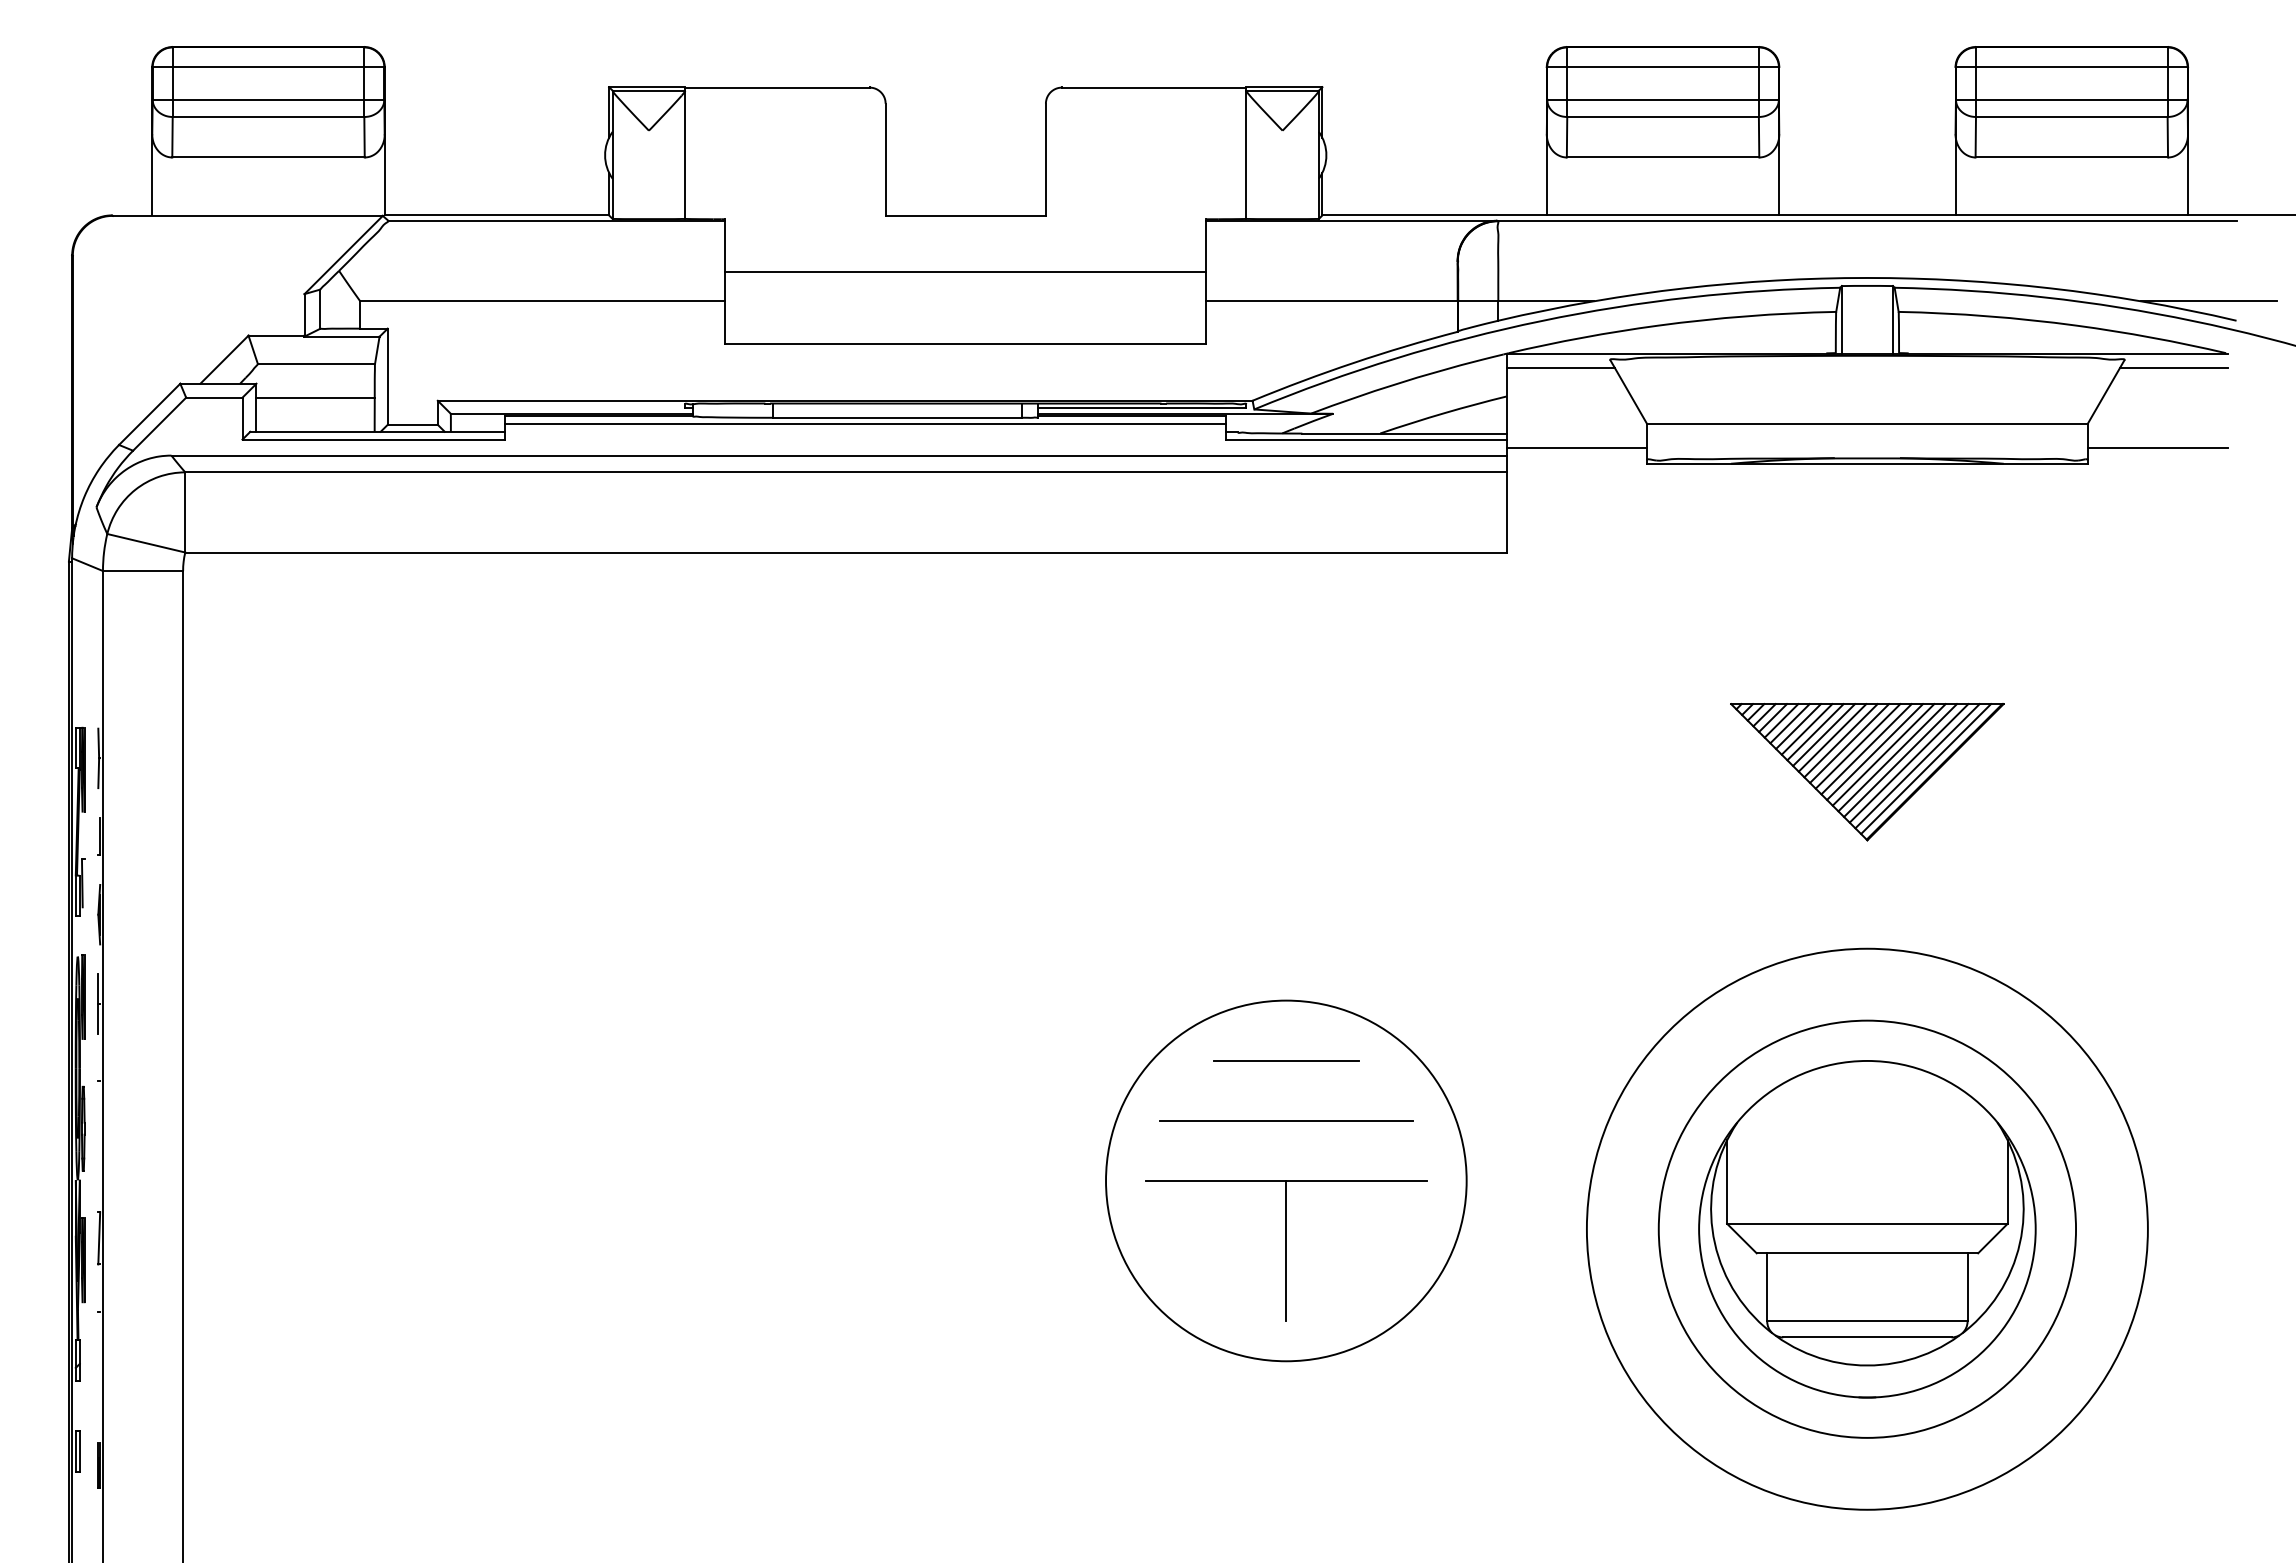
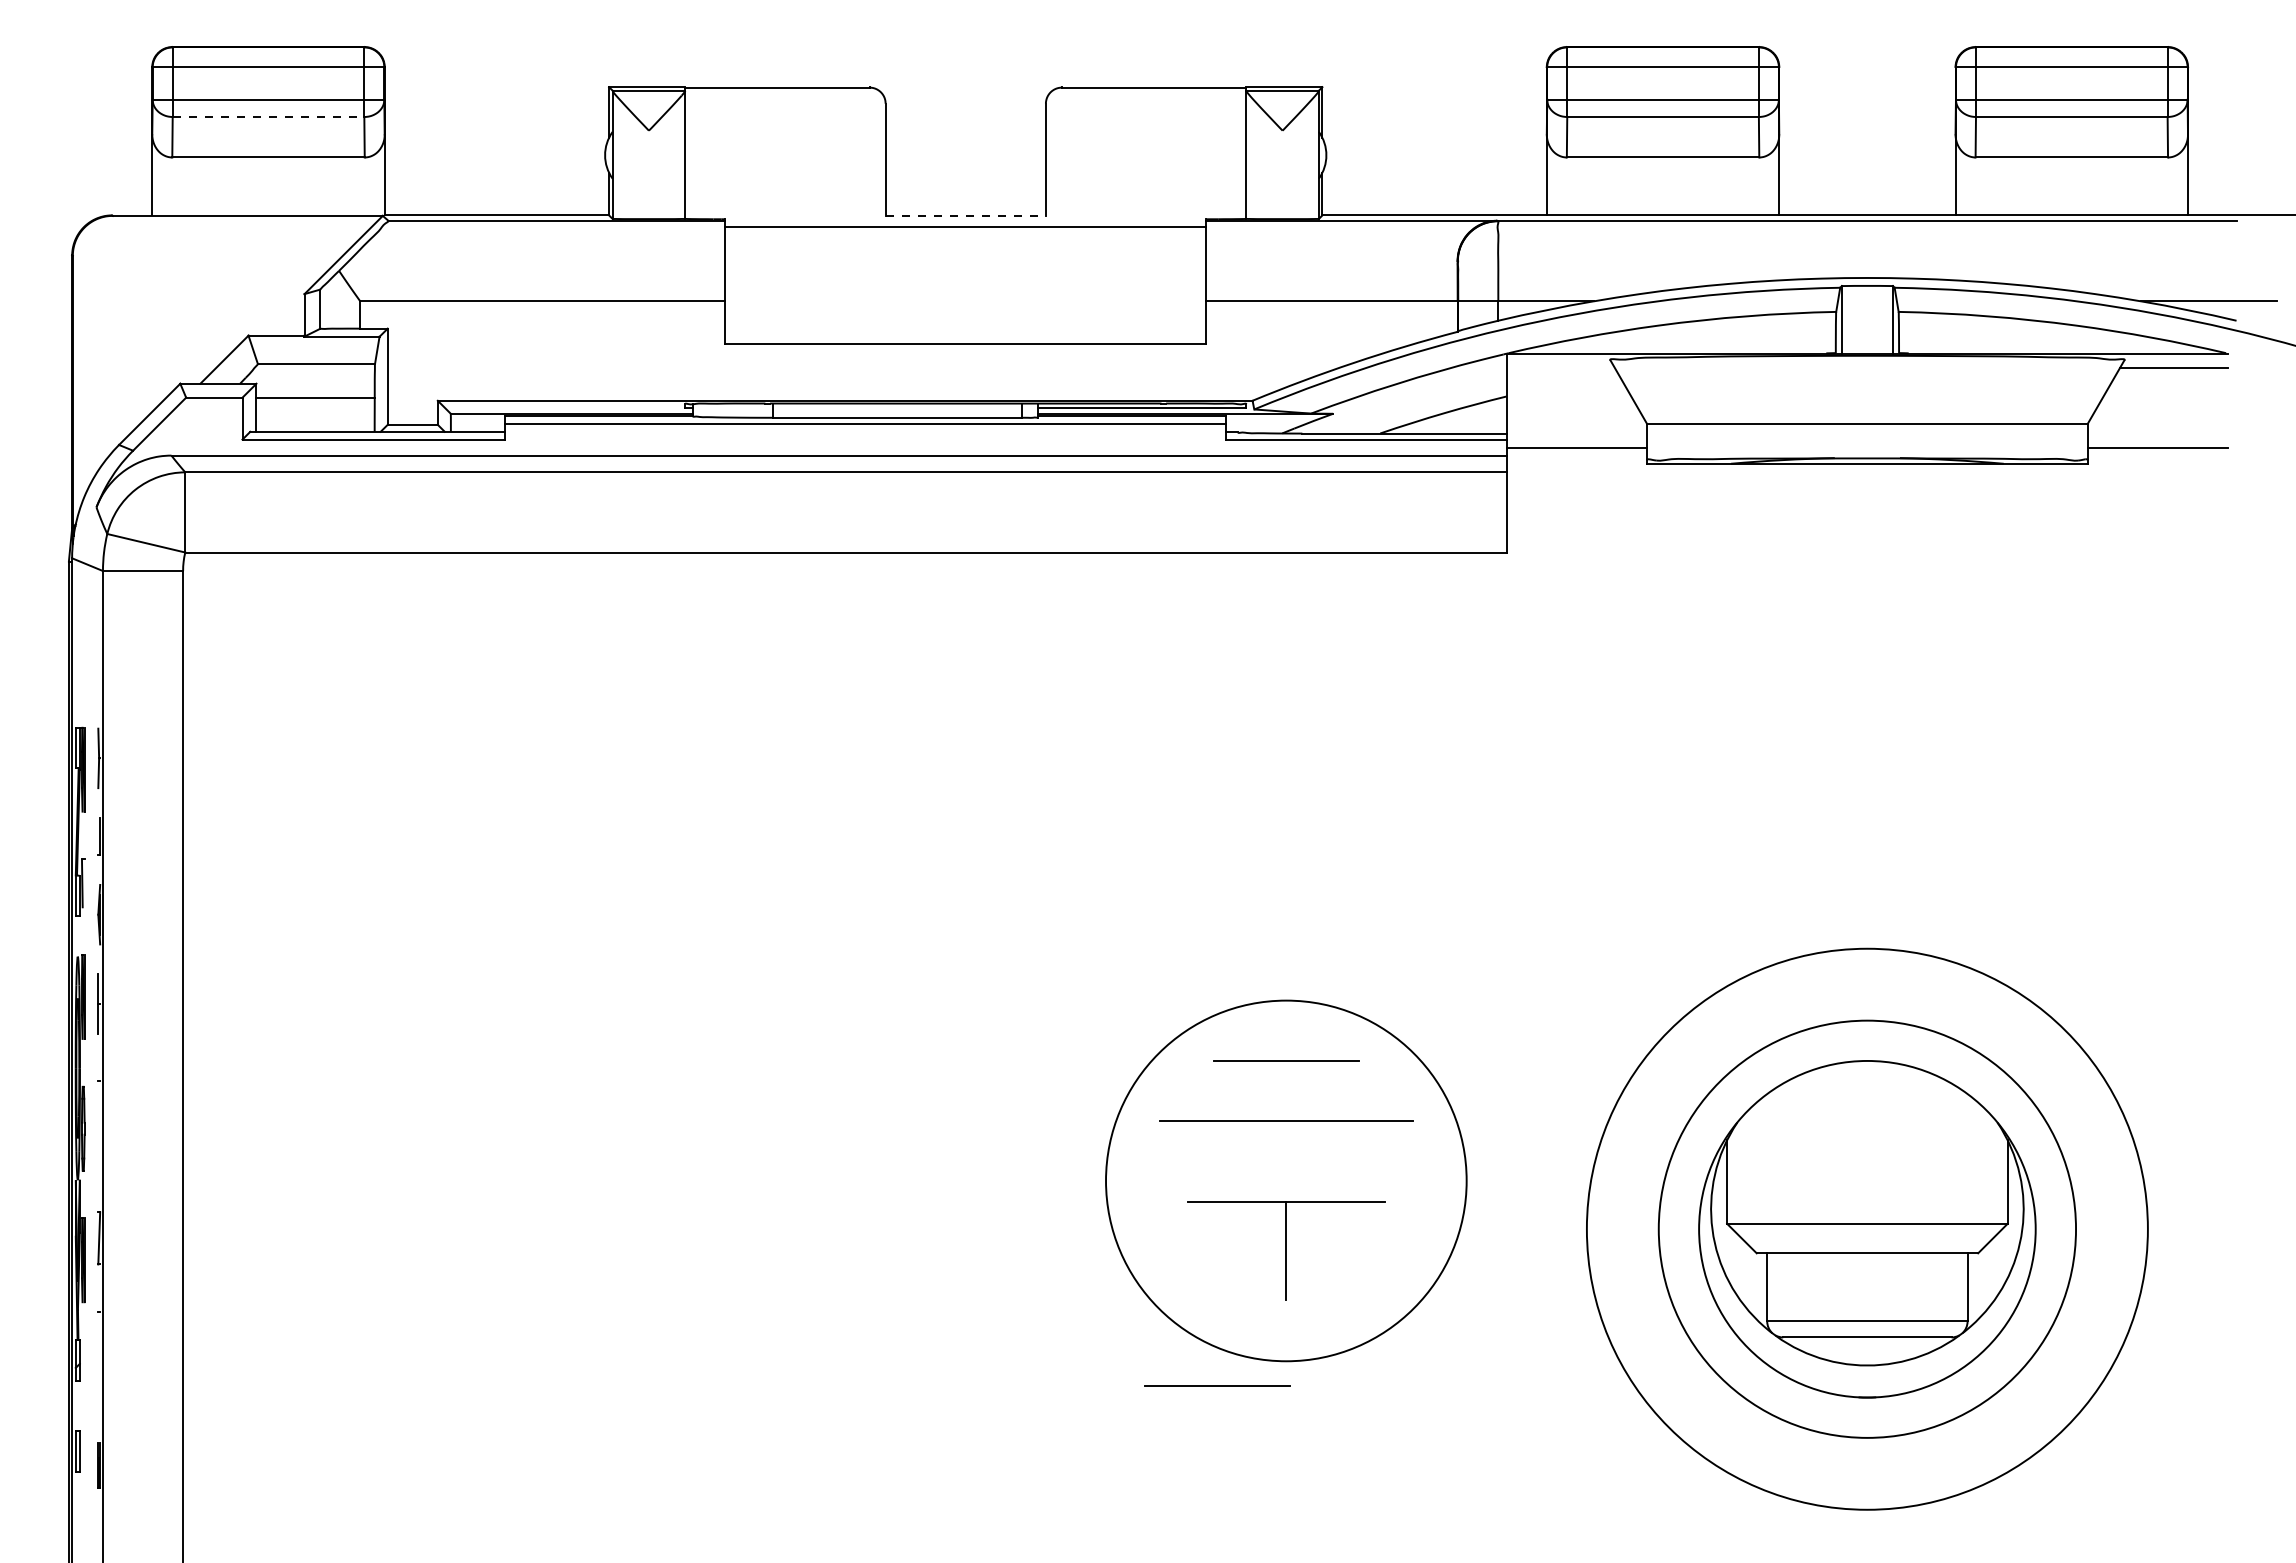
line at (268, 117): solid -> dashed
line at (966, 215): solid -> dashed
line at (965, 271) position: (965, 271) -> (965, 226)
line at (1560, 368): present -> none
part at (1867, 772): present -> none
part at (1286, 1250) size: 283x142 px -> 199x100 px
line at (1217, 1385): none -> present
